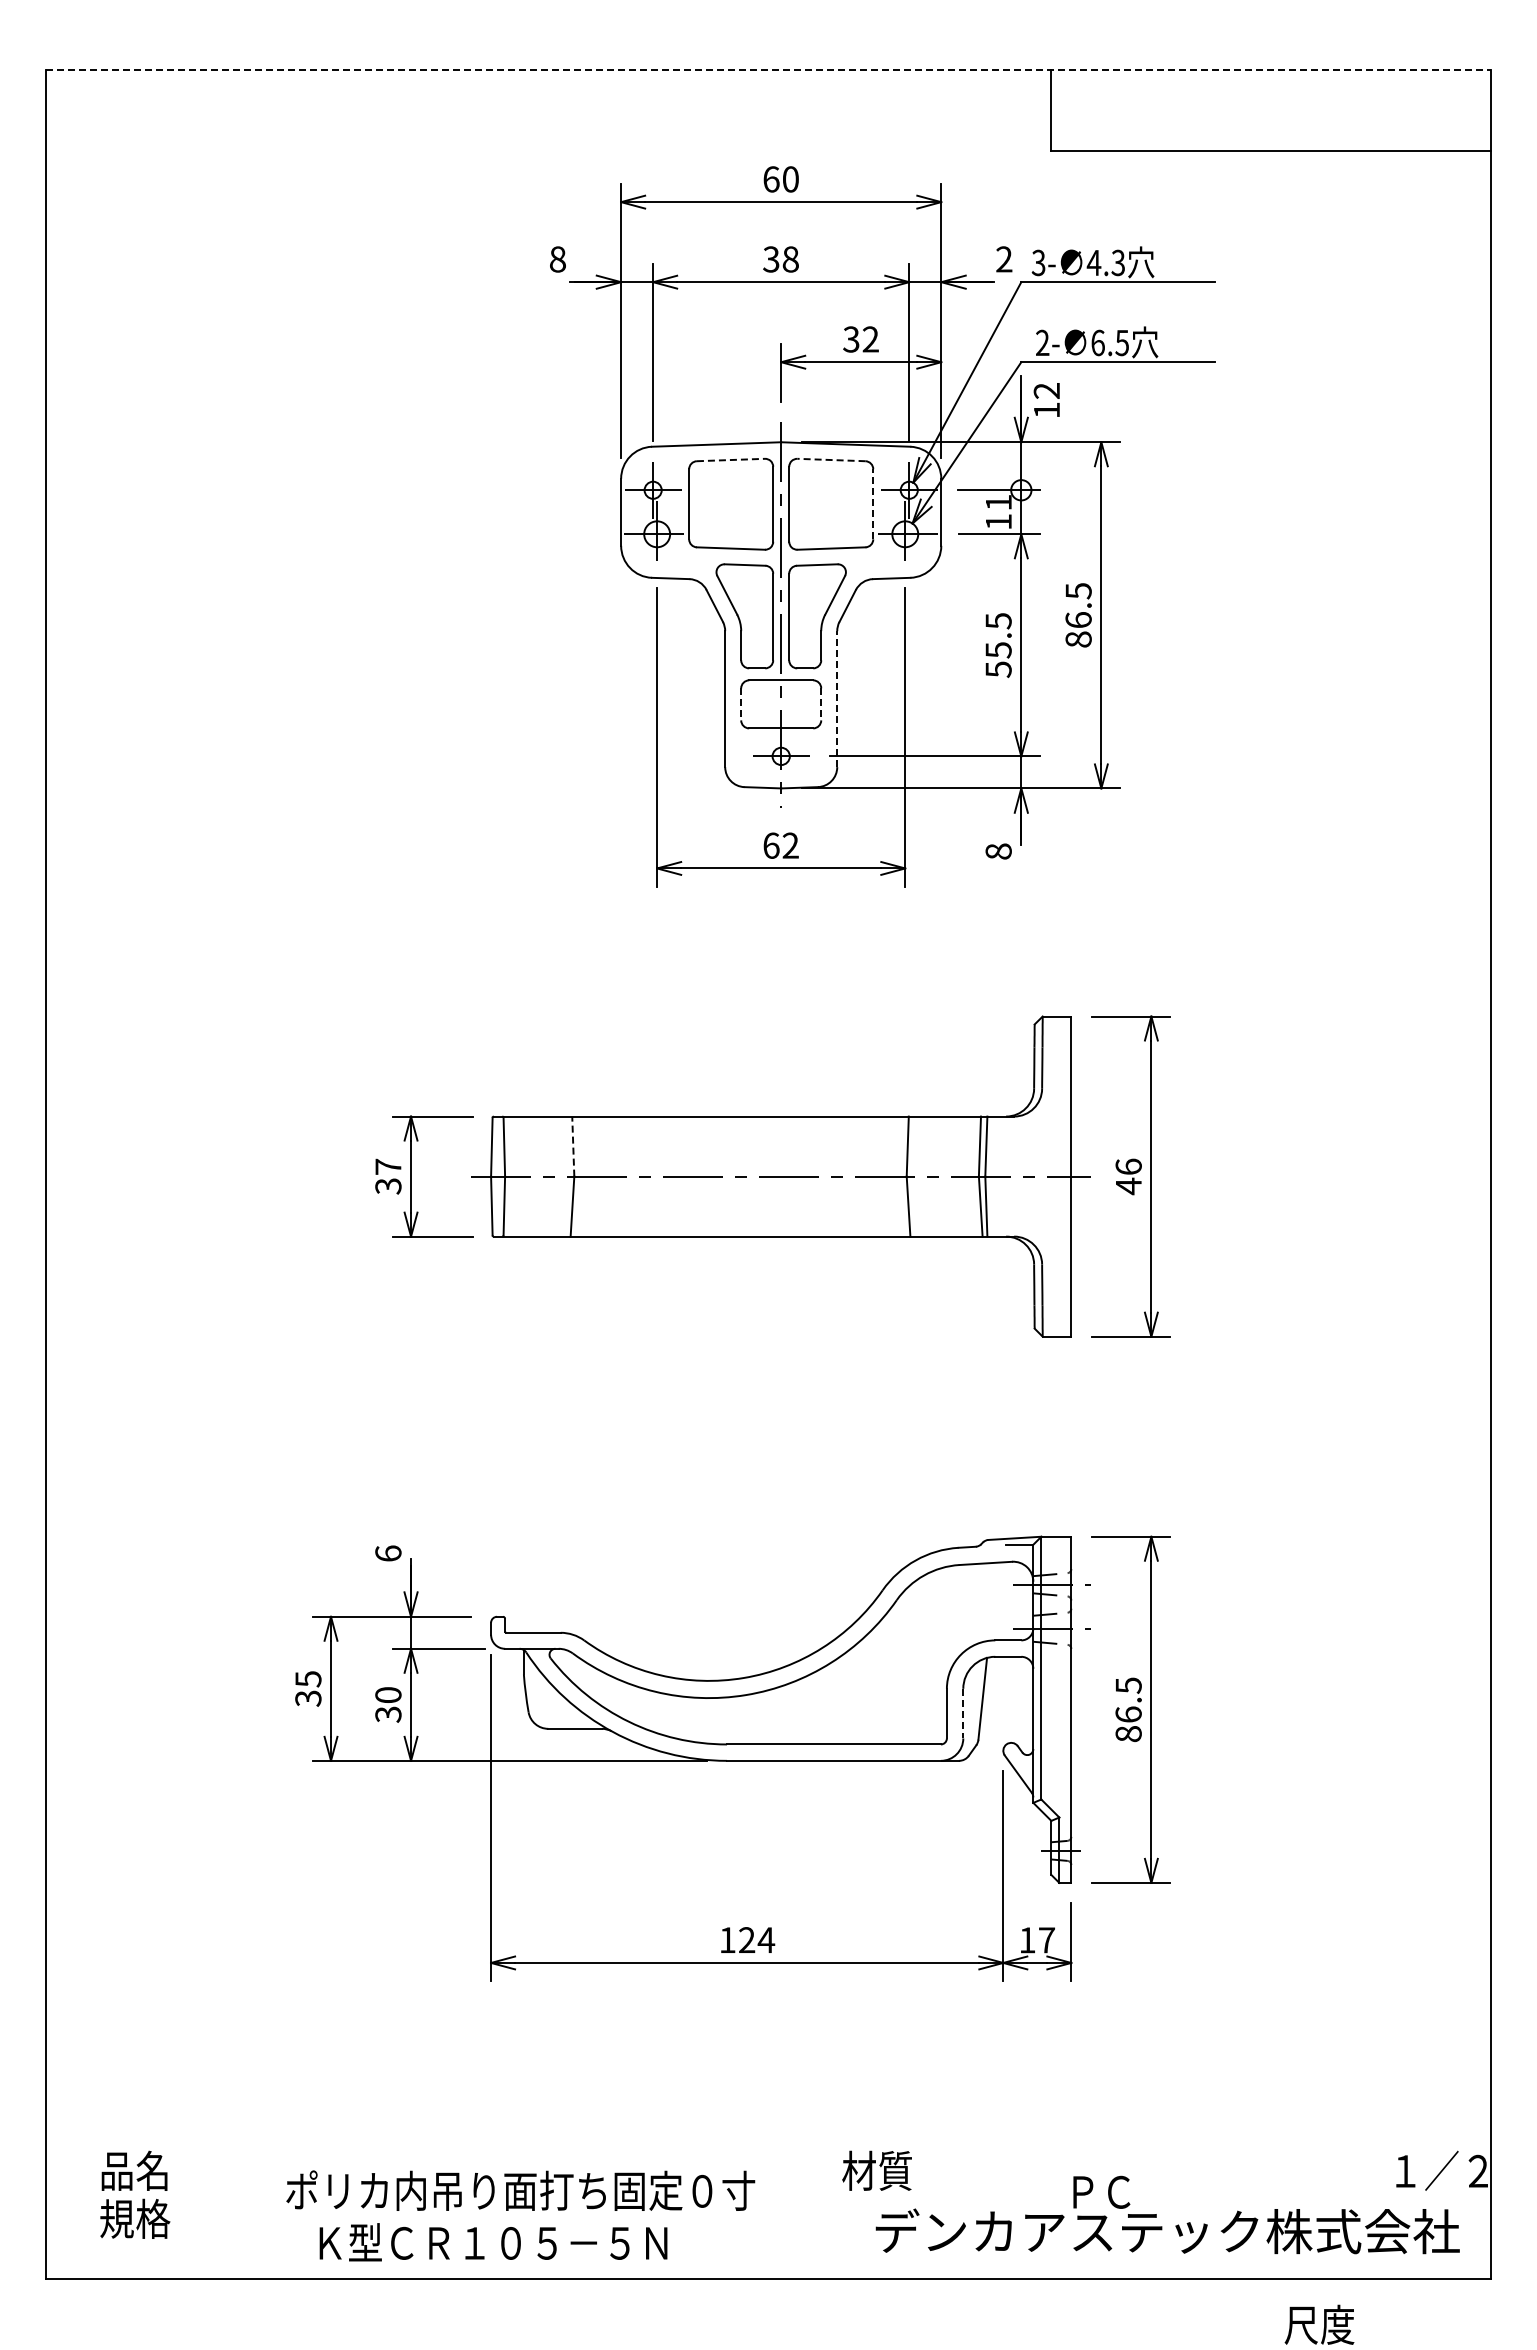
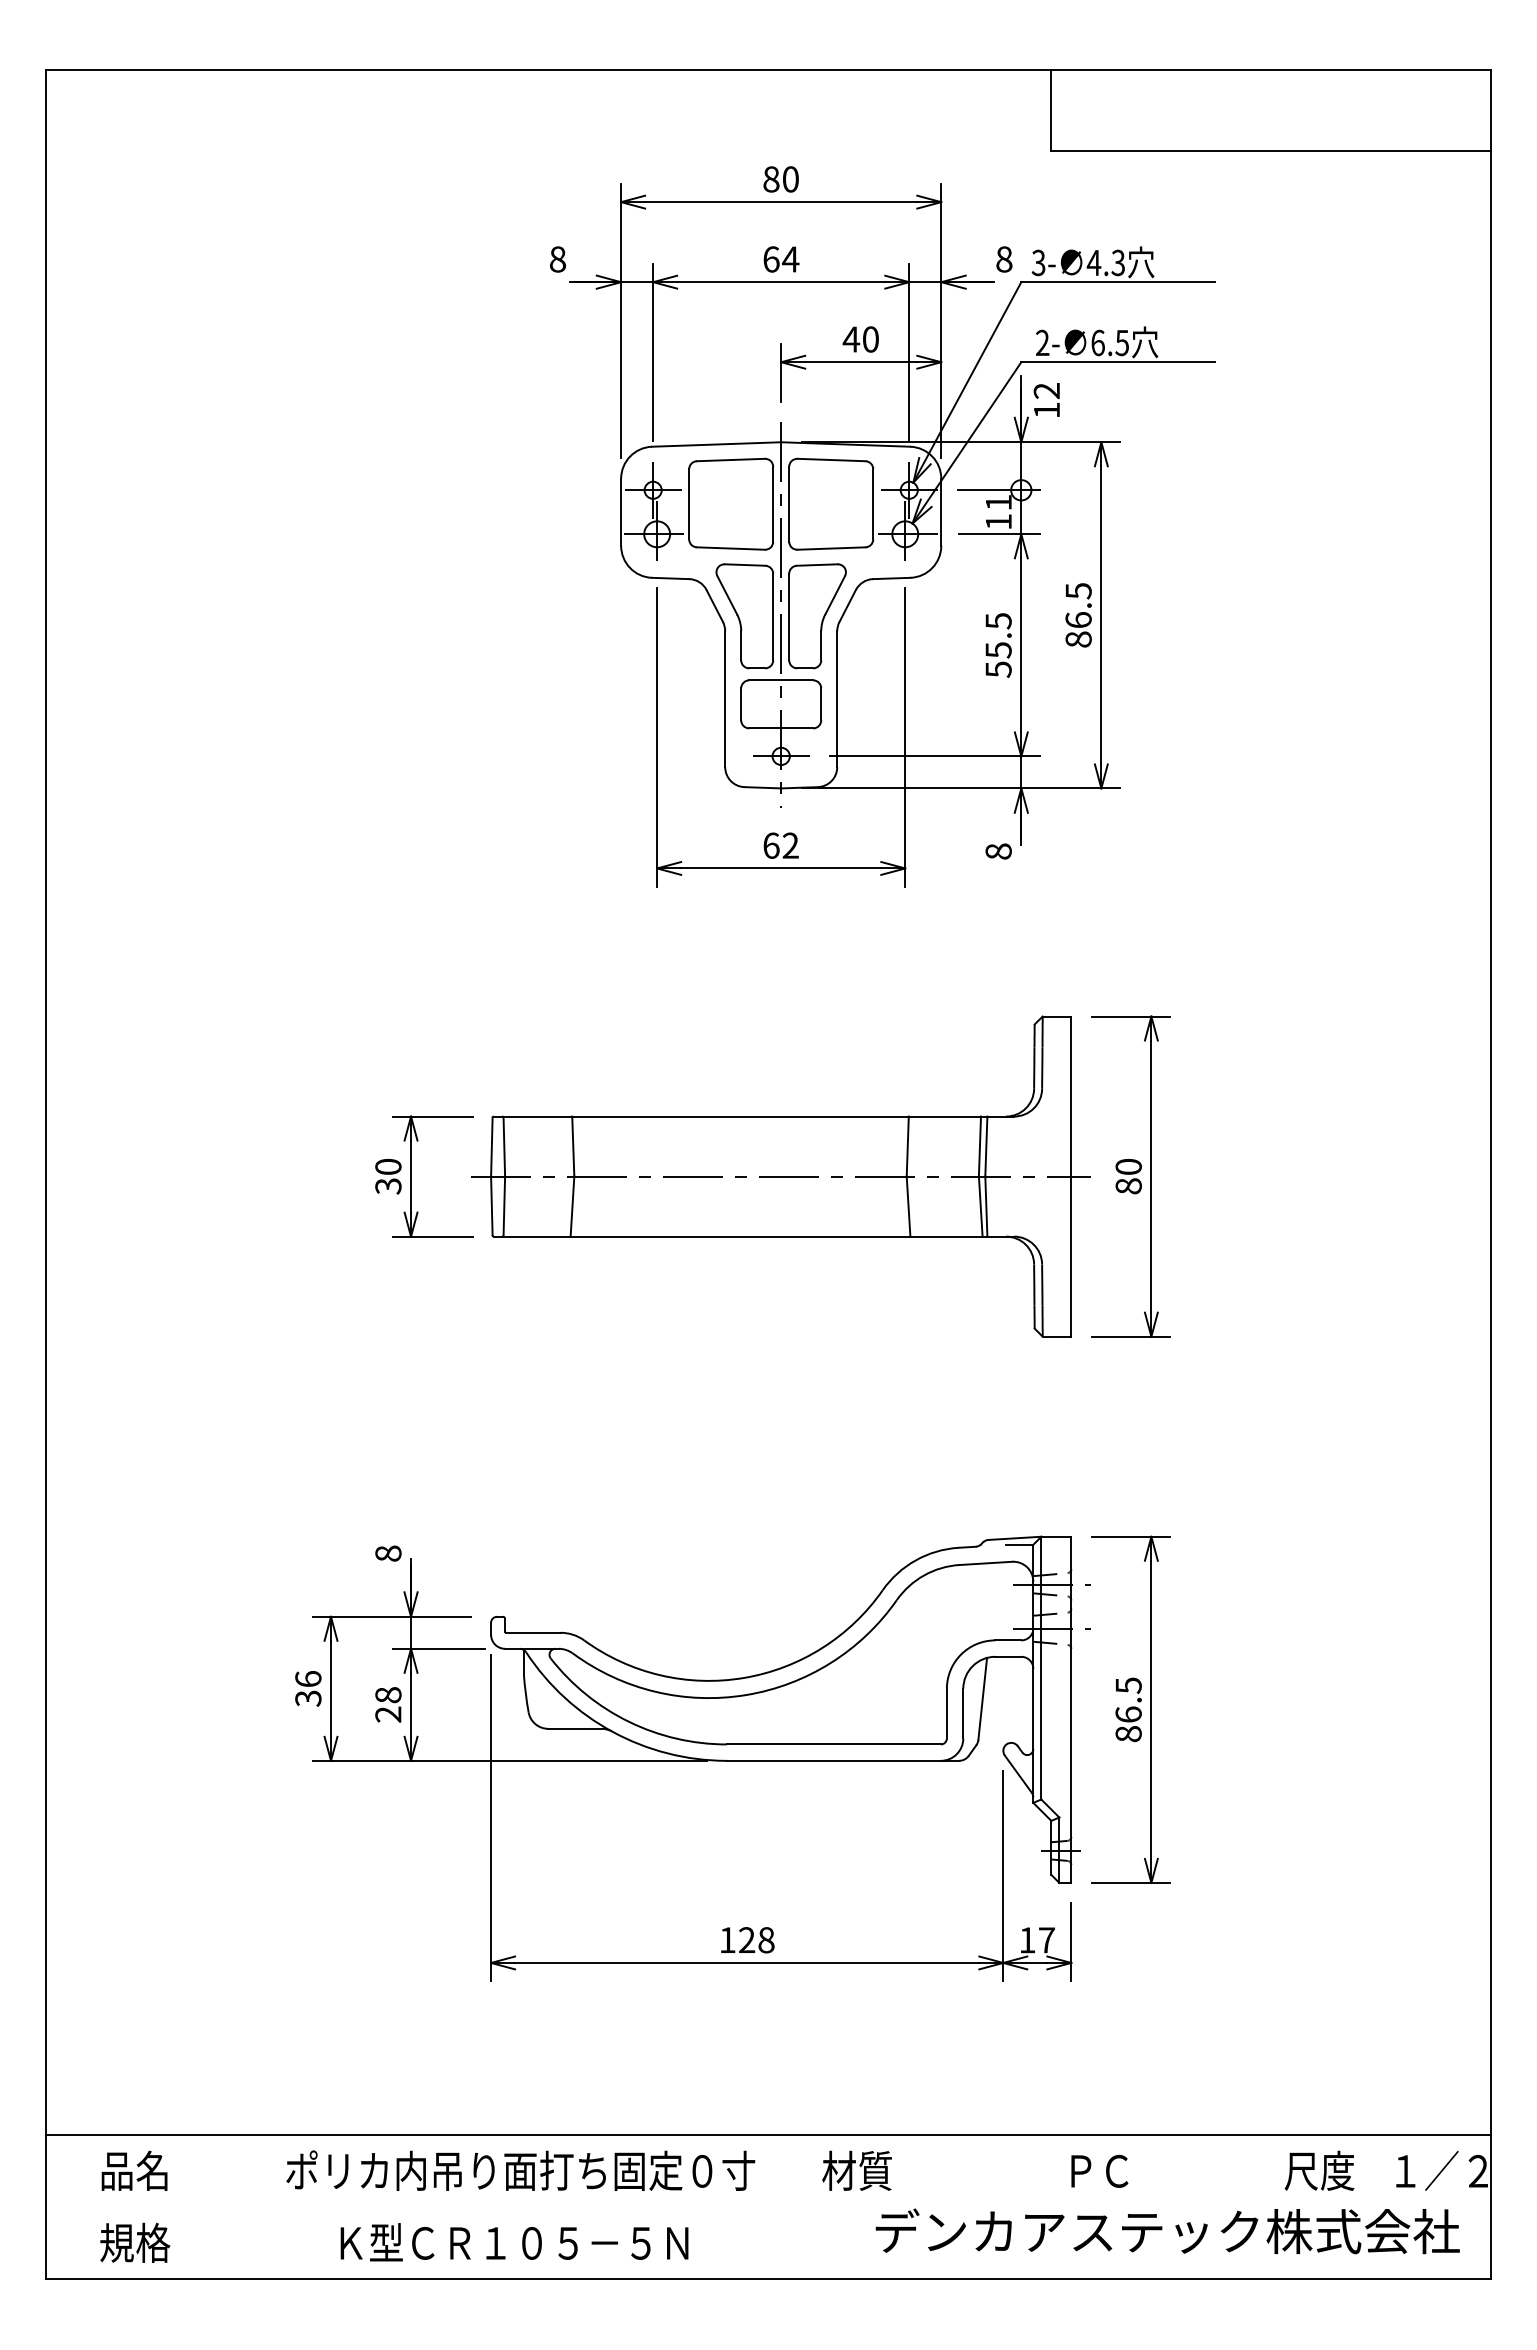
line at (768, 70): dashed -> solid
text at (771, 179): 60 -> 80
text at (781, 259): 38 -> 64
text at (1004, 259): 2 -> 8
text at (860, 339): 32 -> 40
line at (731, 460): dashed -> solid
line at (831, 460): dashed -> solid
line at (873, 503): dashed -> solid
line at (837, 699): dashed -> solid
line at (741, 704): dashed -> solid
line at (821, 704): dashed -> solid
line at (573, 1146): dashed -> solid
text at (388, 1166): 37 -> 30
text at (1128, 1176): 46 -> 80
text at (388, 1553): 6 -> 8
text at (308, 1679): 35 -> 36
text at (388, 1704): 30 -> 28
line at (963, 1713): dashed -> solid
text at (766, 1940): 124 -> 128
line at (768, 2135): none -> present
text at (876, 2170) position: (876, 2170) -> (856, 2170)
text at (520, 2190) position: (520, 2190) -> (520, 2170)
text at (1101, 2191) position: (1101, 2191) -> (1099, 2170)
text at (135, 2218) position: (135, 2218) -> (135, 2242)
text at (493, 2242) position: (493, 2242) -> (514, 2242)
text at (1319, 2324) position: (1319, 2324) -> (1319, 2170)
